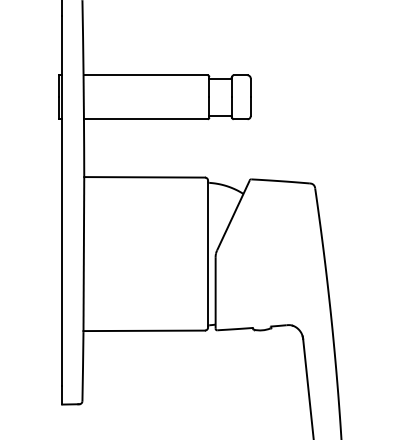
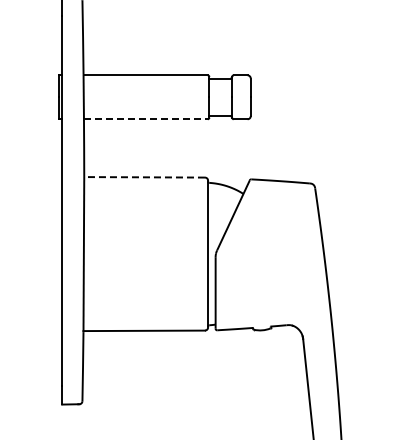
line at (145, 119): solid -> dashed
line at (144, 177): solid -> dashed
